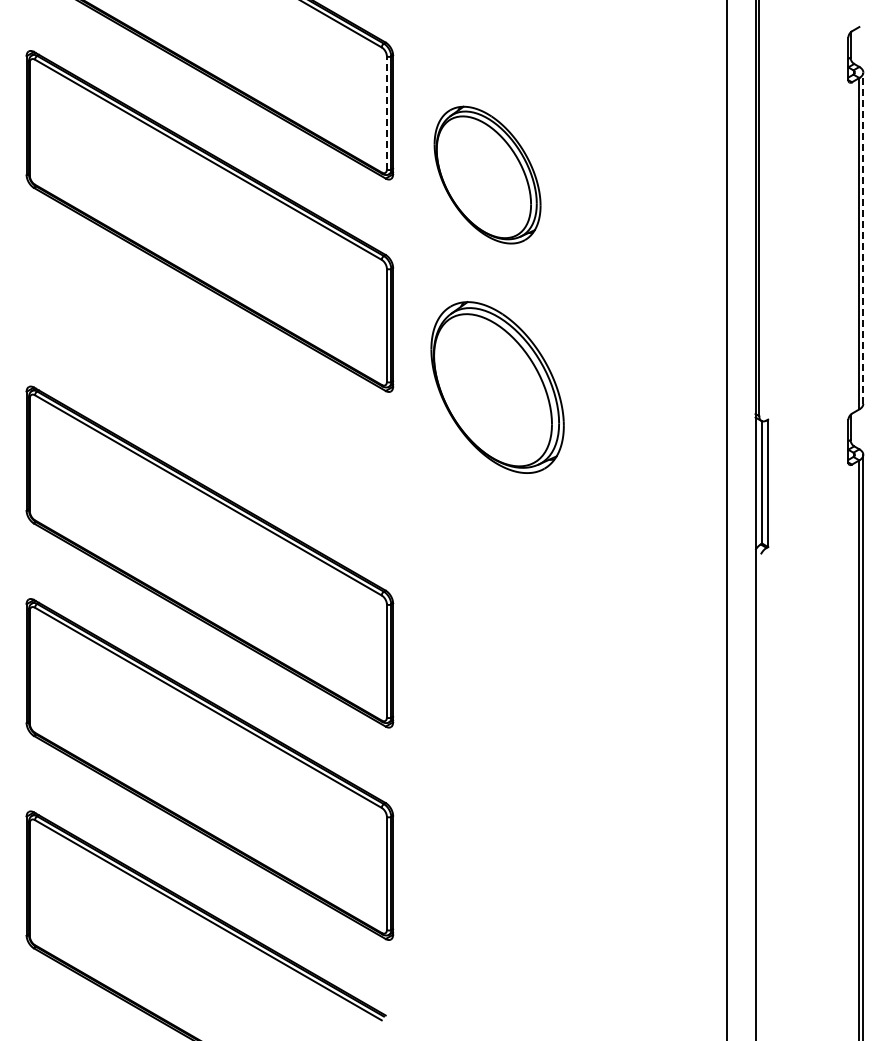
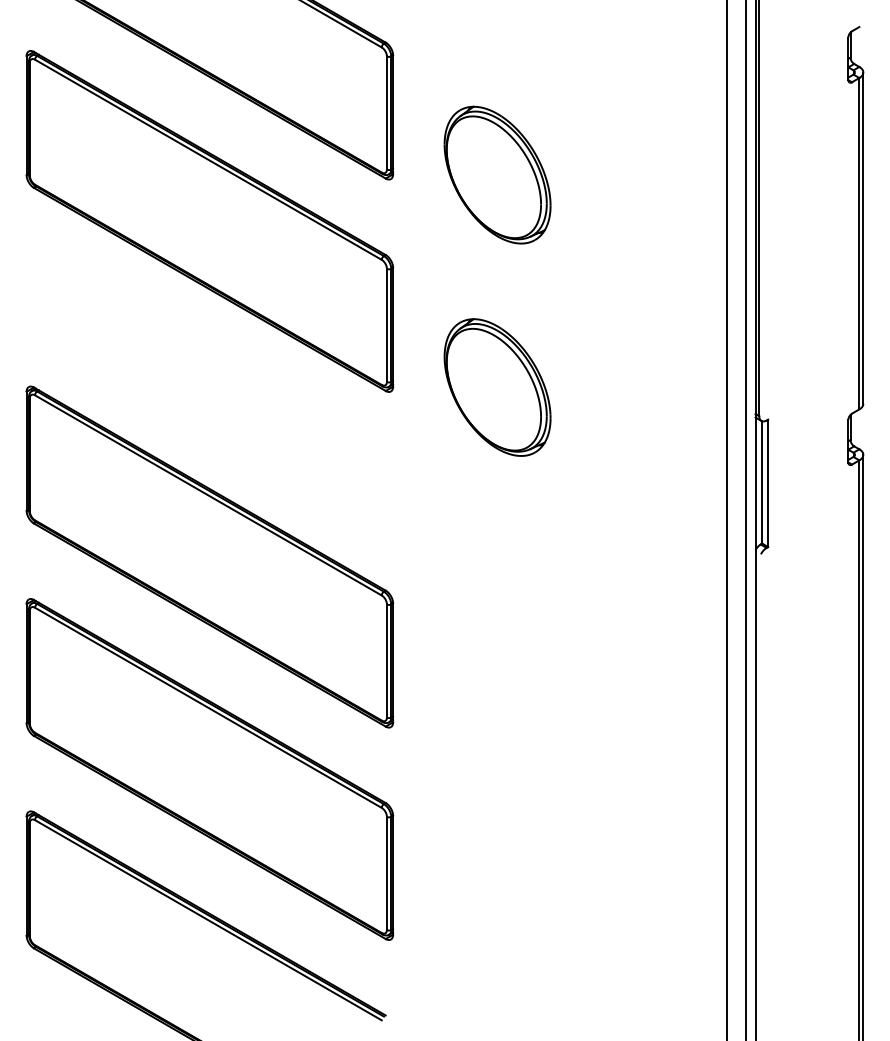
line at (386, 112): dashed -> solid
part at (487, 174) position: (487, 174) -> (497, 174)
line at (863, 238): dashed -> solid
part at (497, 387) size: 135x173 px -> 109x139 px
line at (745, 519): none -> present
